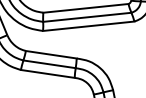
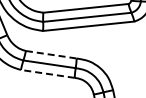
line at (51, 54): solid -> dashed
line at (47, 73): solid -> dashed
